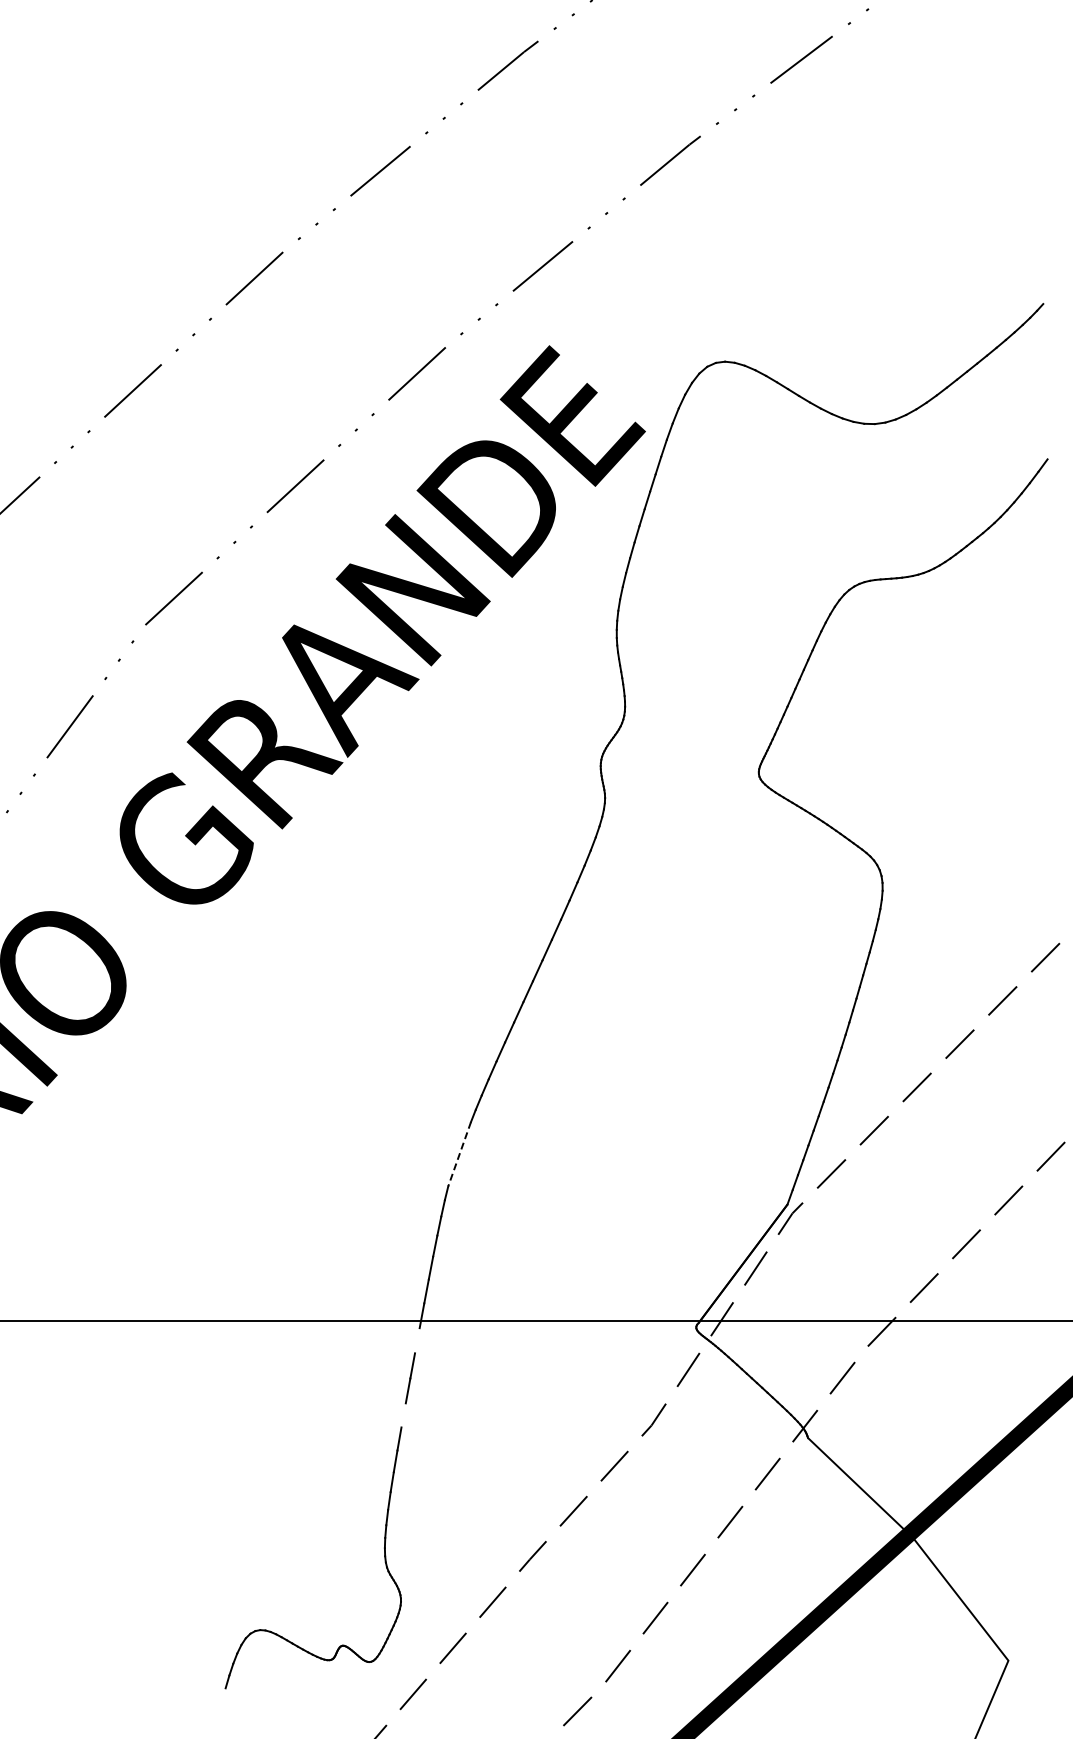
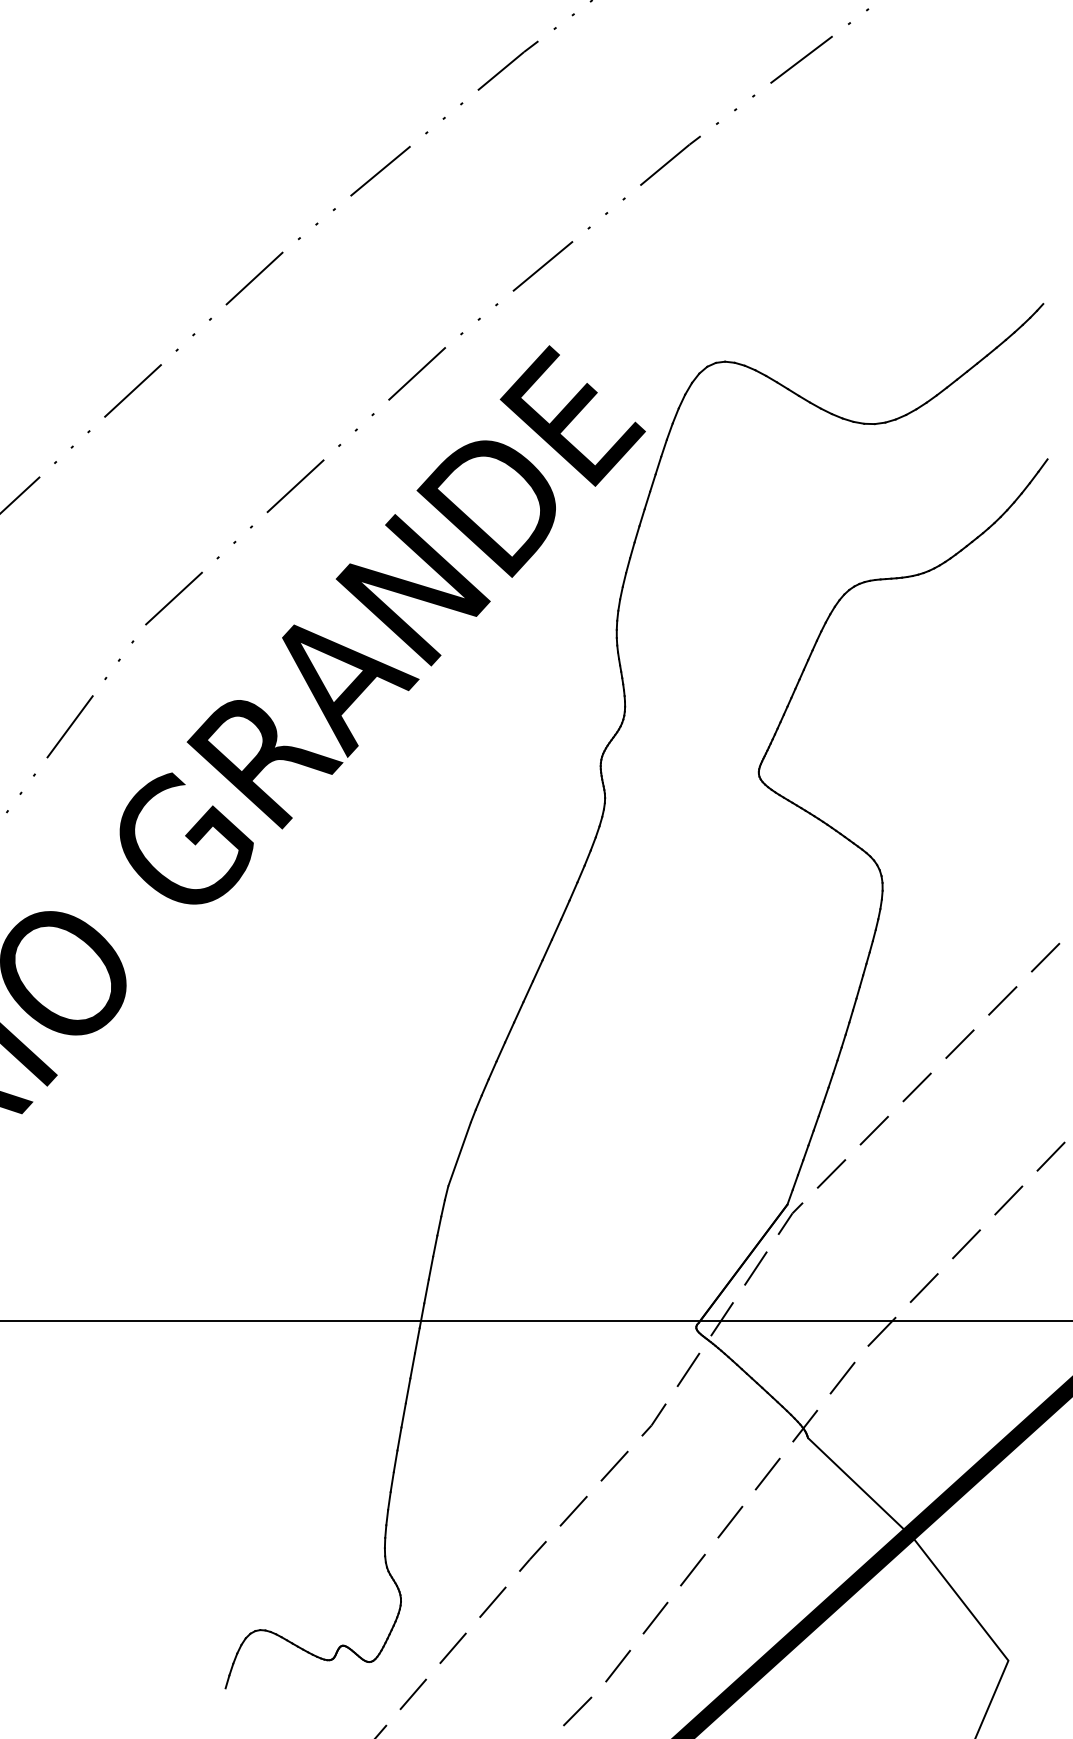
line at (459, 1154): dashed -> solid
line at (417, 1340): none -> present
line at (403, 1415): none -> present
